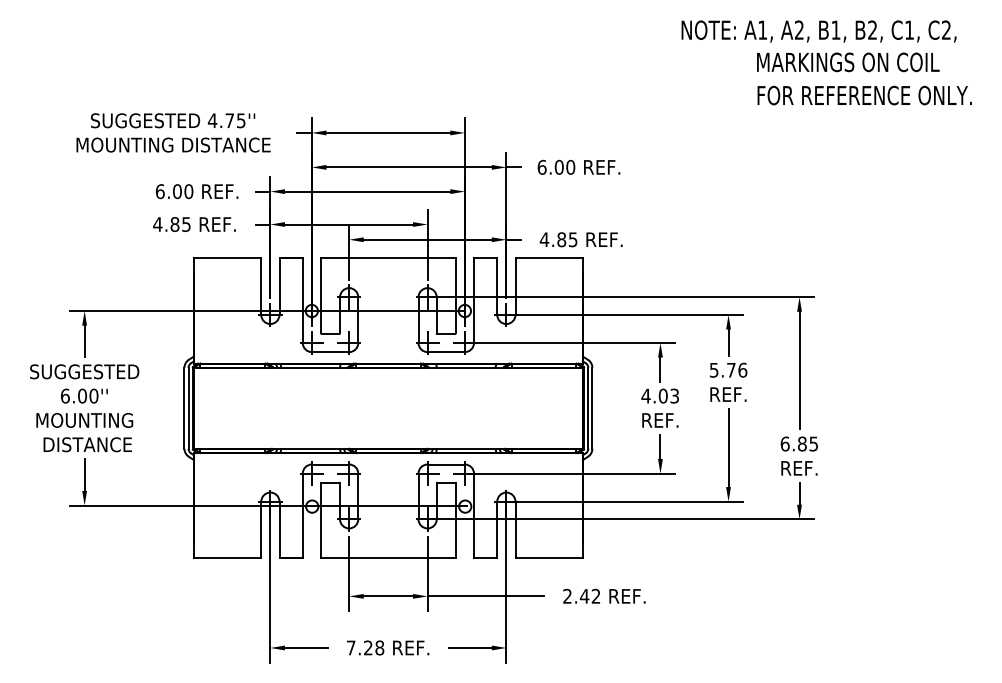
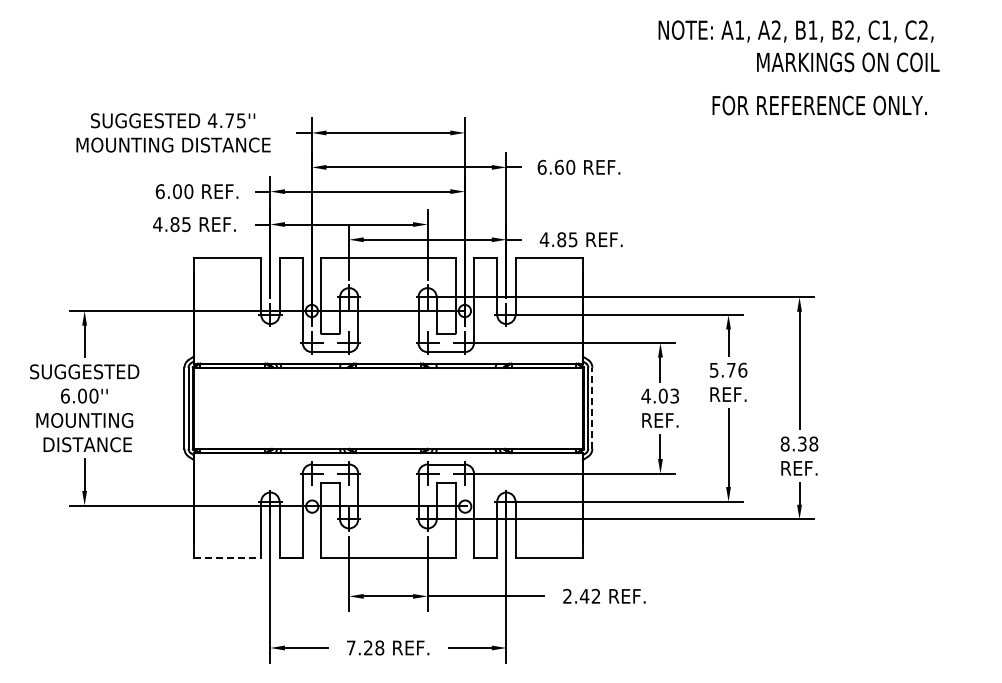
text at (818, 31) position: (818, 31) -> (795, 31)
text at (864, 95) position: (864, 95) -> (819, 105)
text at (559, 166): 6.00 -> 6.60
line at (592, 408): solid -> dashed
text at (799, 443): 6.85 -> 8.38
line at (227, 558): solid -> dashed
